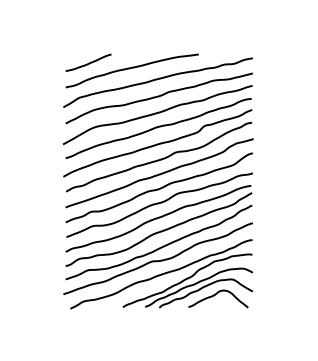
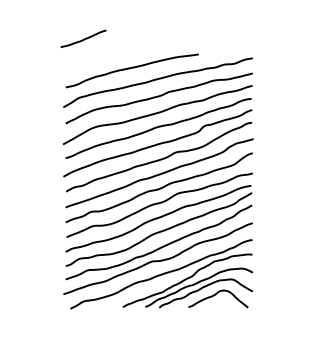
curve at (88, 62) position: (88, 62) -> (83, 38)
